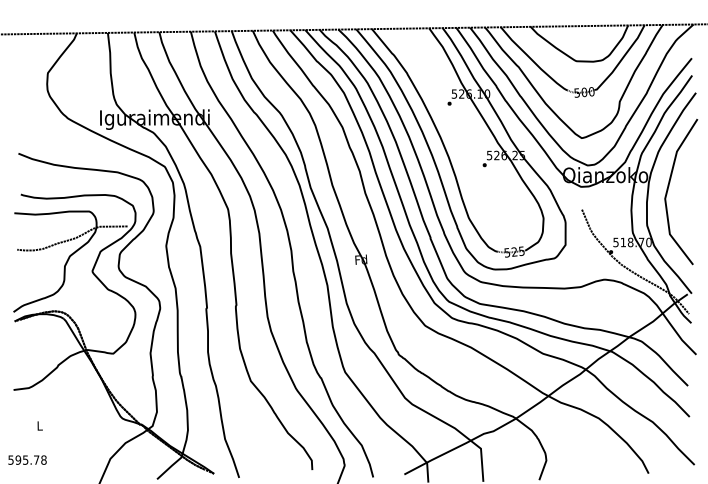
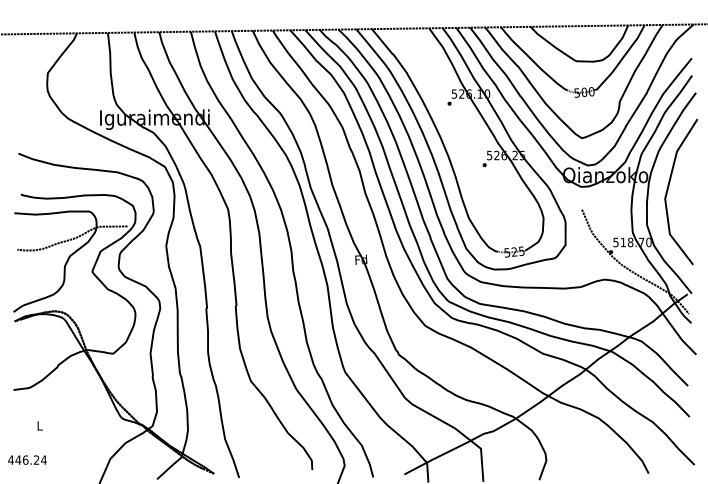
text at (27, 459): 595.78 -> 446.24
